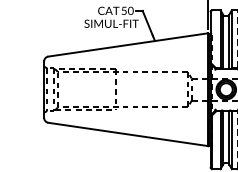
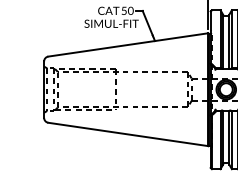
line at (237, 39): dashed -> solid
line at (237, 140): dashed -> solid
